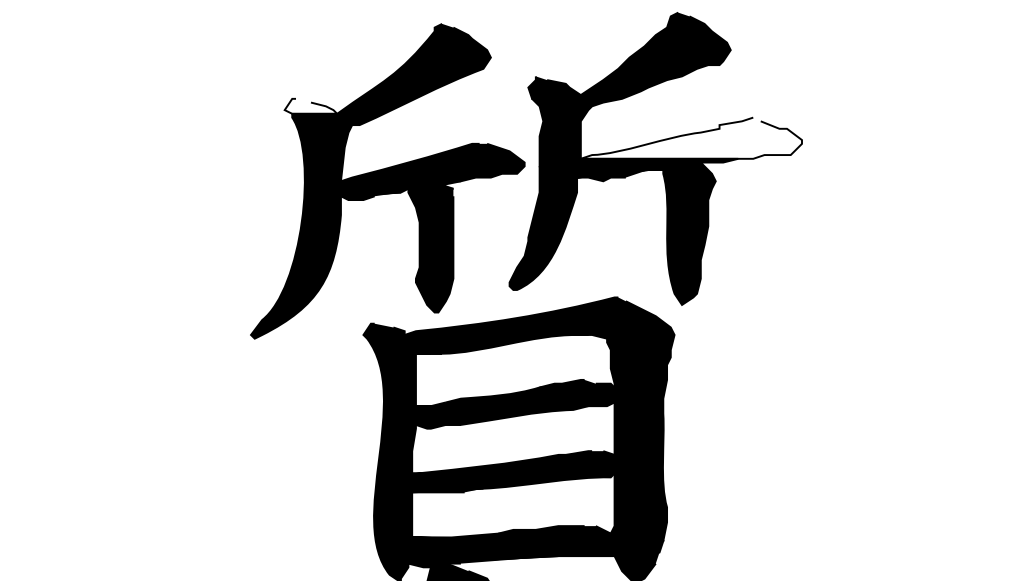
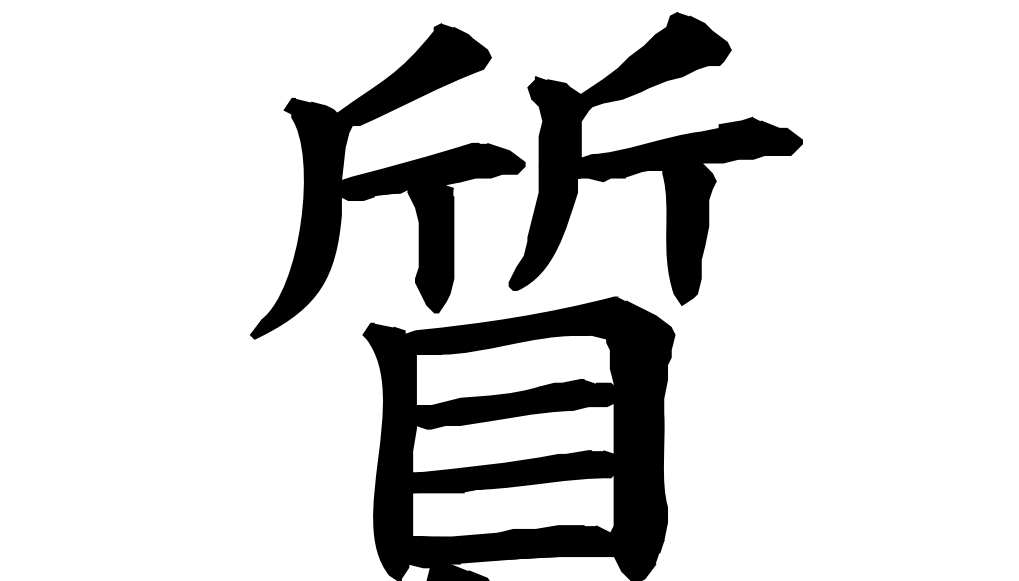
fill at (310, 105): none -> present
fill at (690, 137): none -> present
